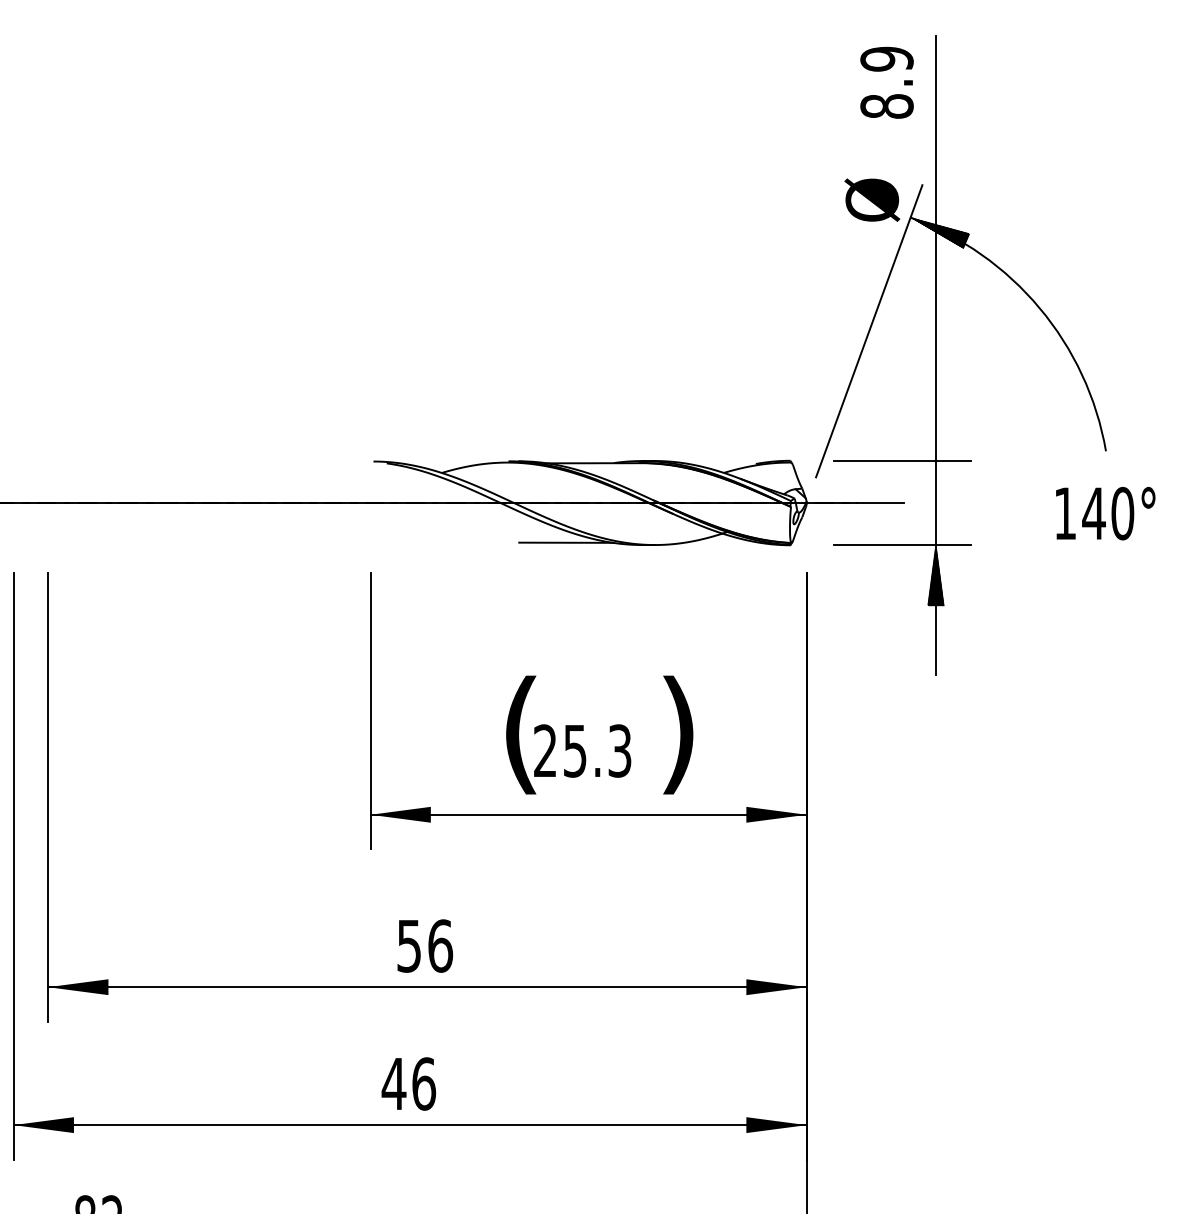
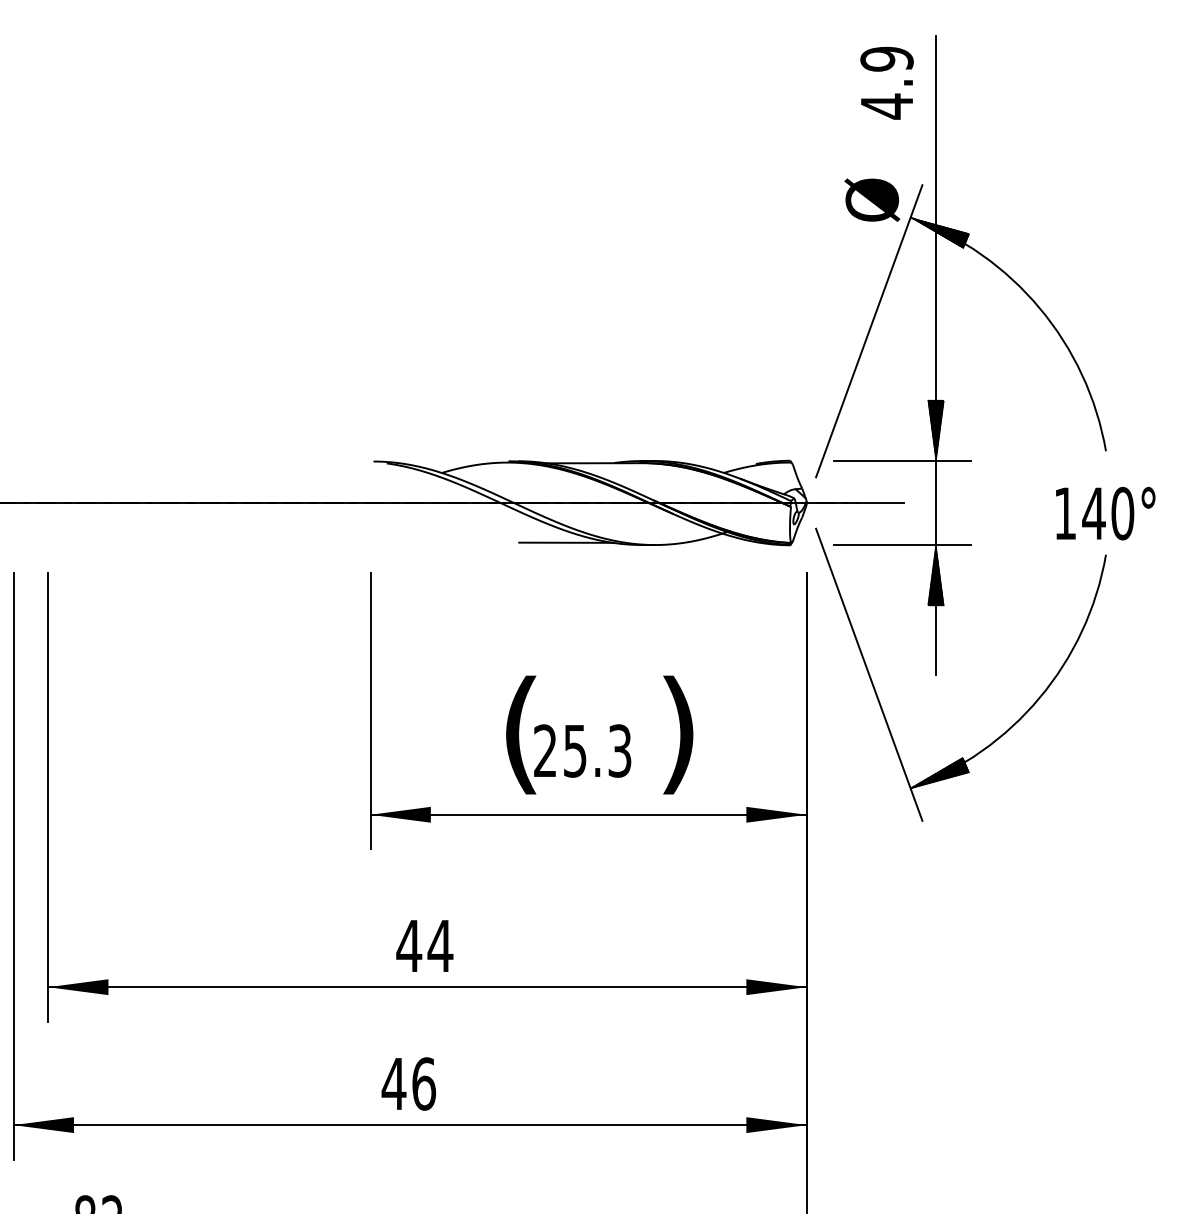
text at (886, 106): 8.9 -> 4.9
hatch at (935, 430): none -> present
part at (1011, 725): none -> present
text at (424, 945): 56 -> 44
